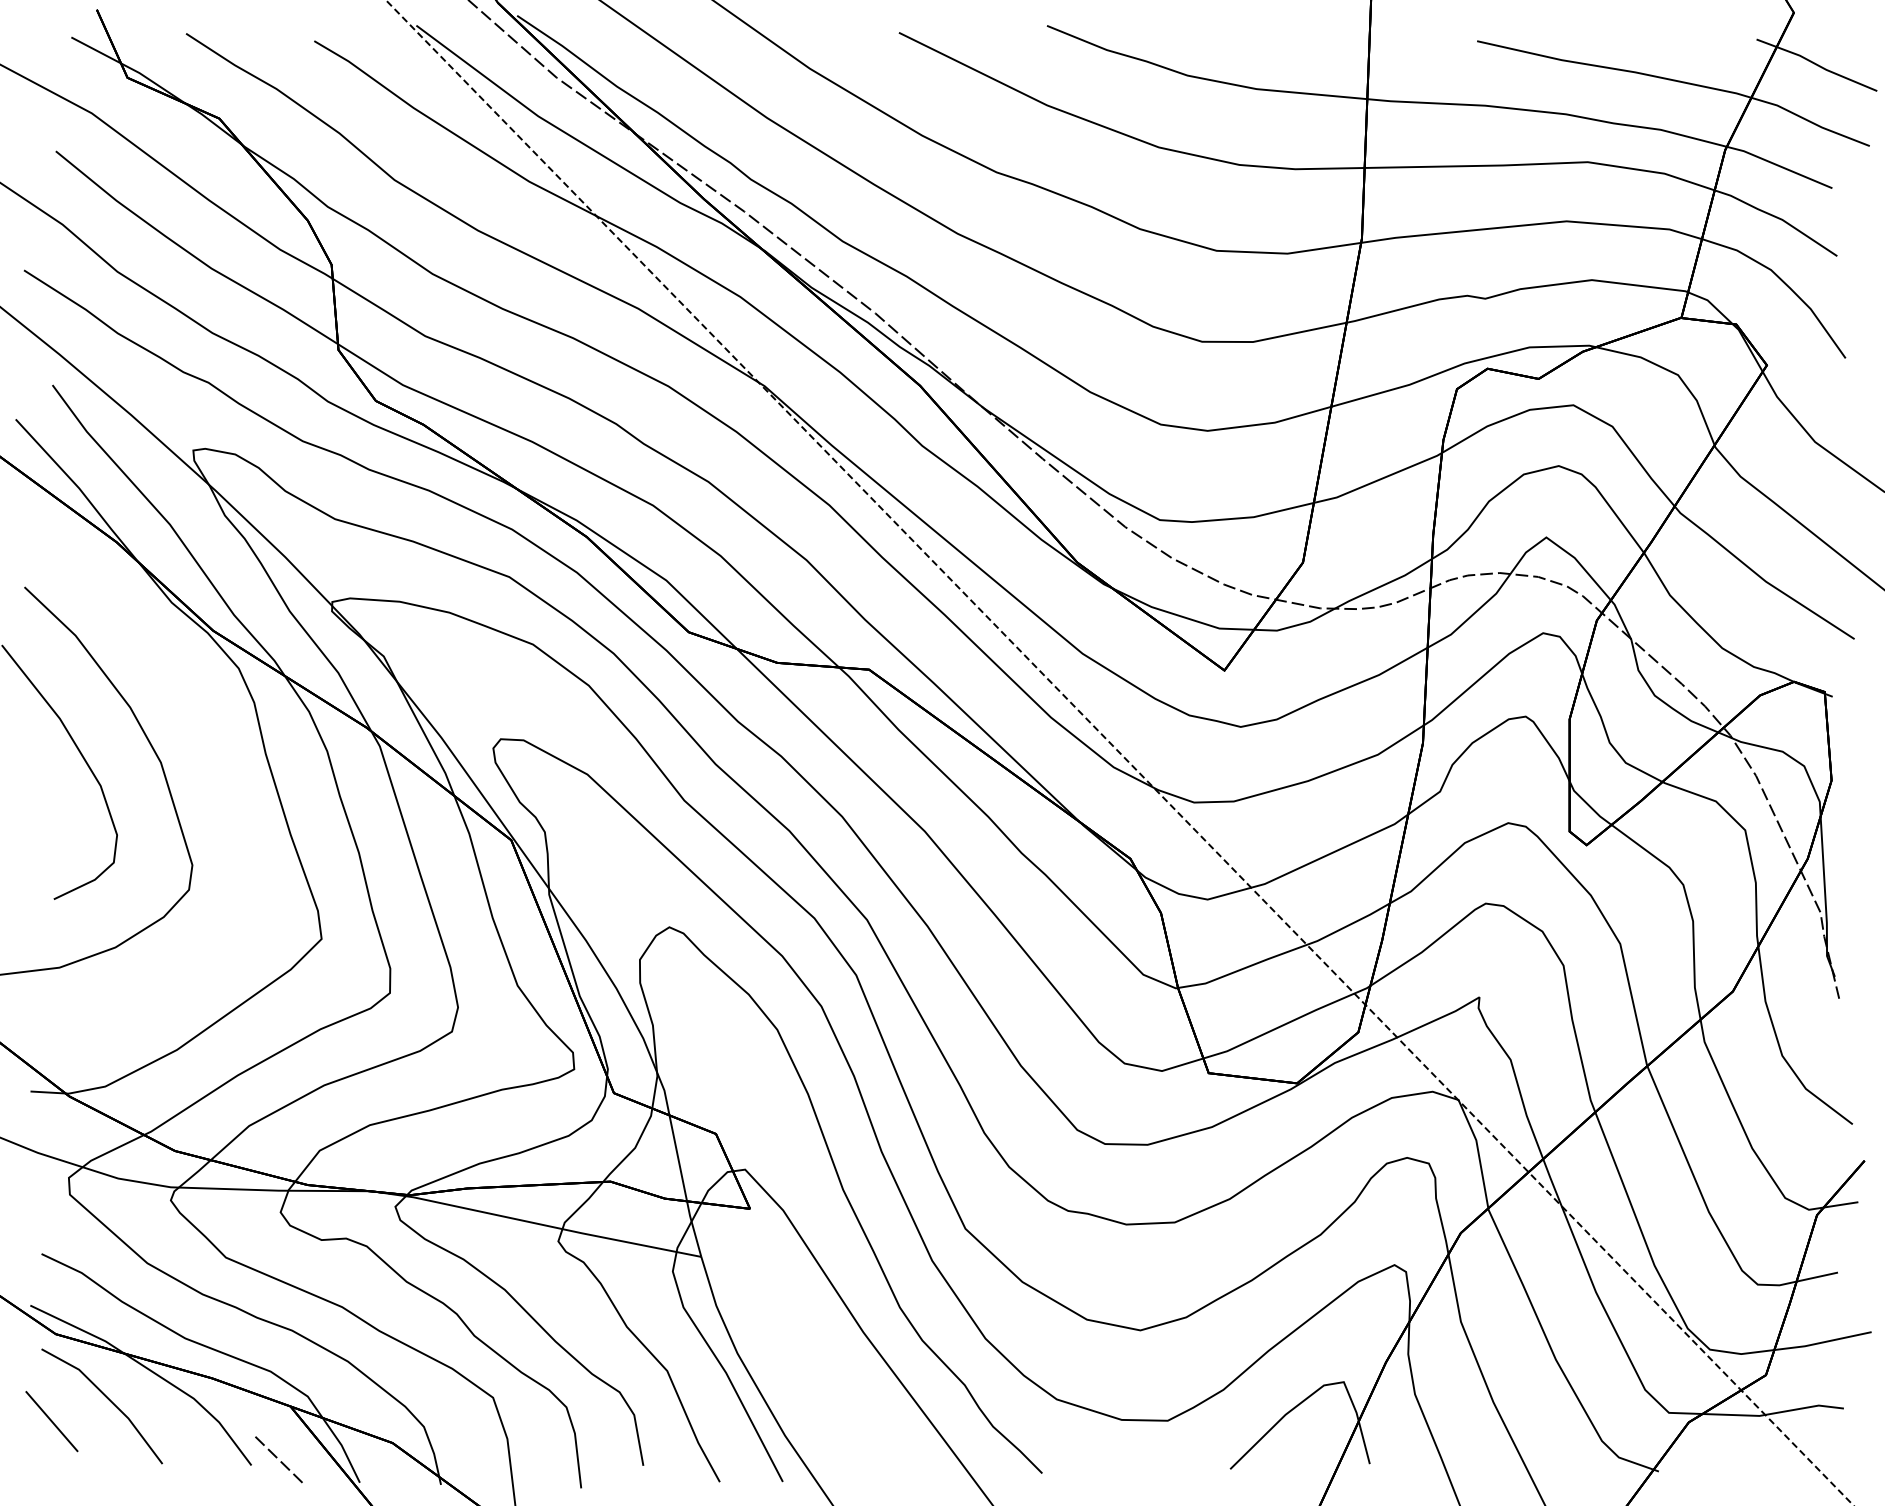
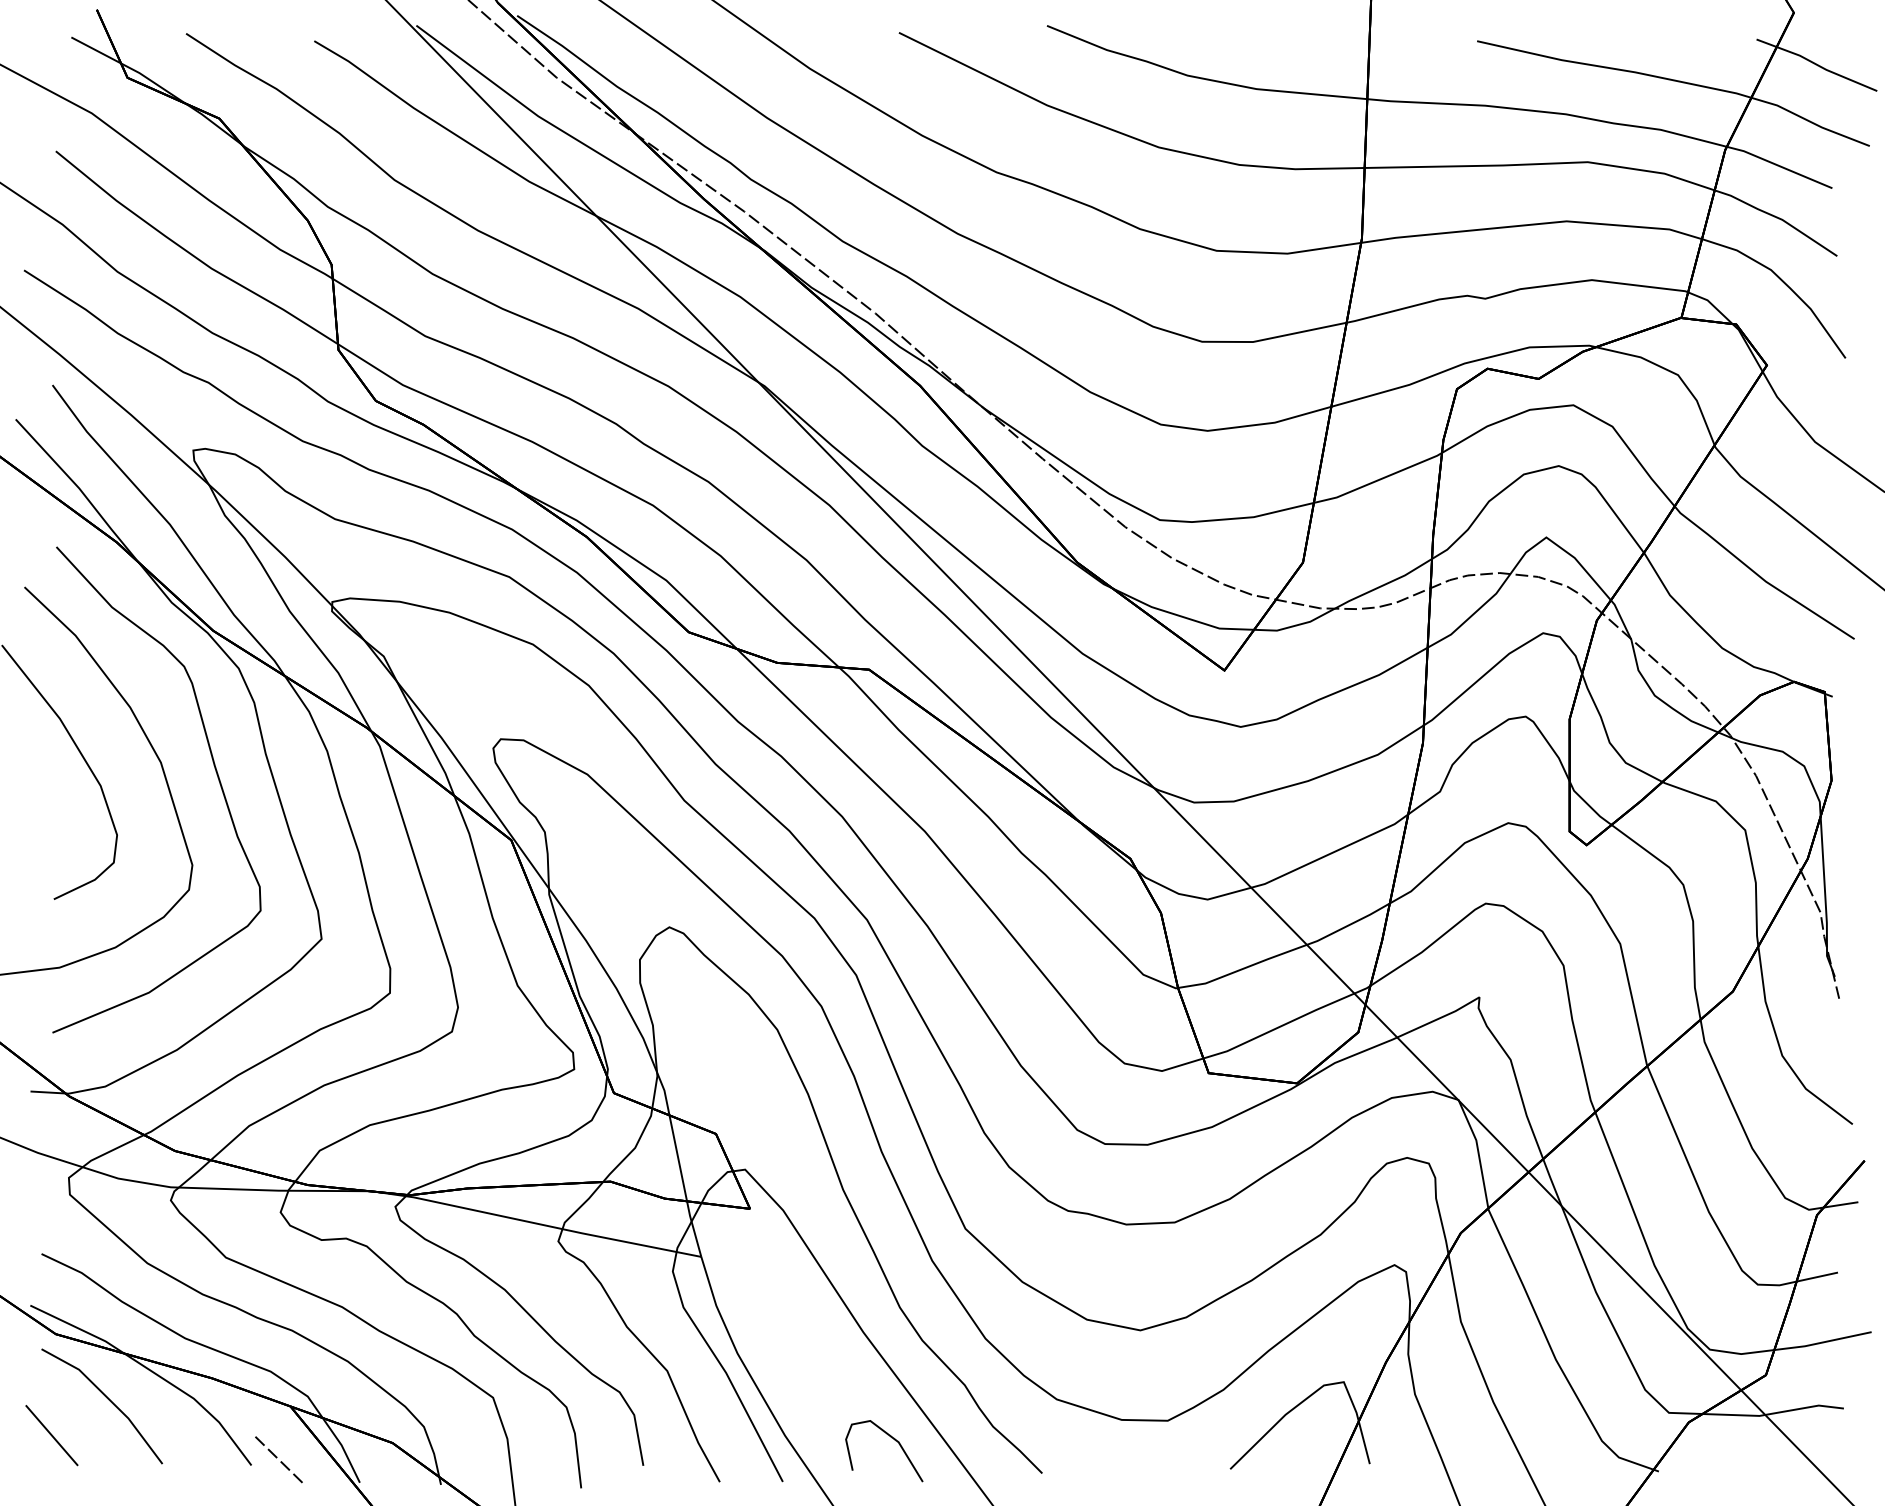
line at (1119, 752): dashed -> solid
curve at (214, 768): none -> present
line at (51, 1421) position: (51, 1421) -> (51, 1435)
curve at (891, 1438): none -> present
